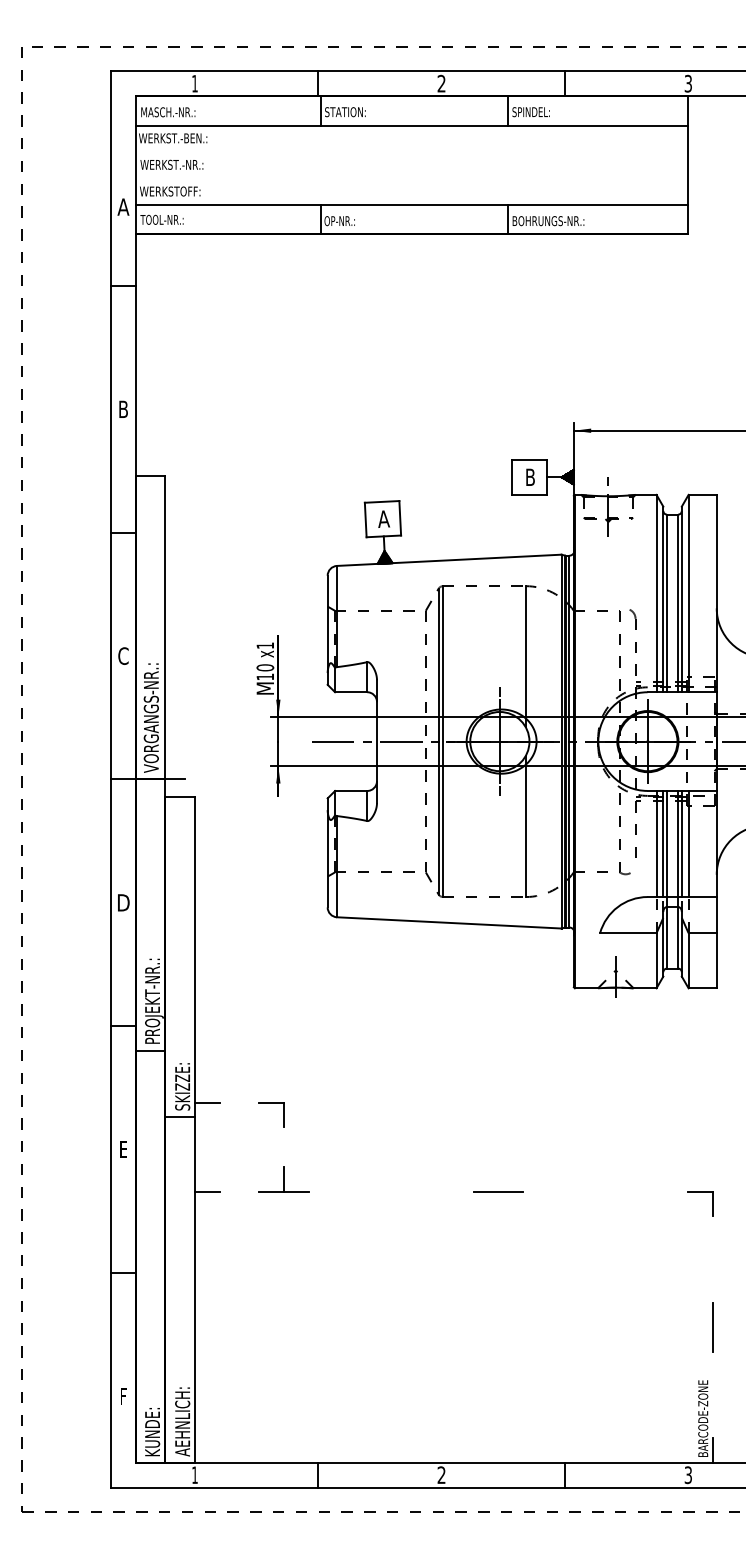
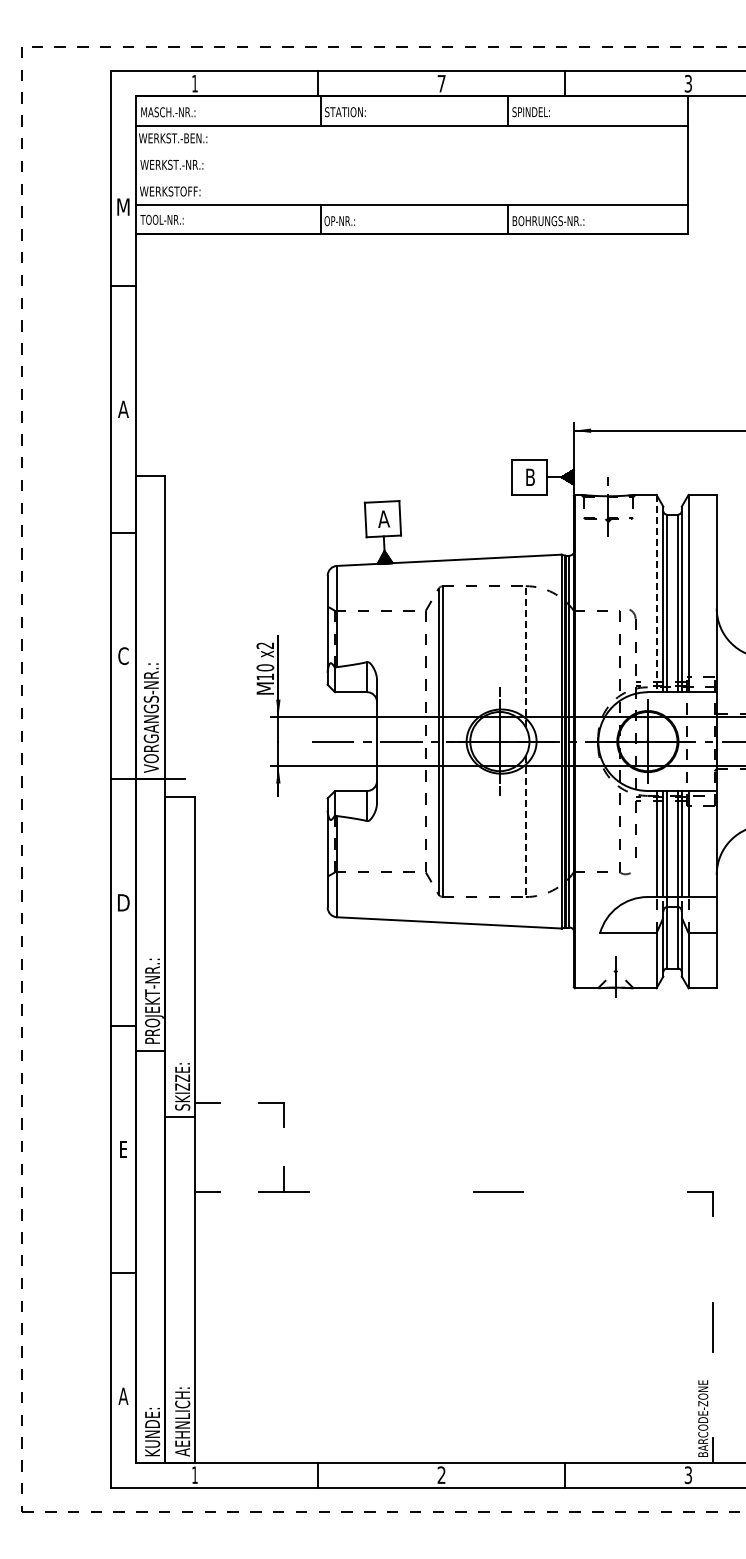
text at (441, 83): 2 -> 7
text at (123, 206): A -> M
text at (123, 408): B -> A
line at (656, 593): solid -> dashed
text at (264, 645): x1 -> x2
line at (525, 656): solid -> dashed
line at (525, 826): solid -> dashed
text at (123, 1395): F -> A
